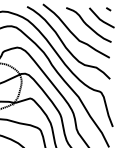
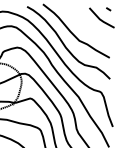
curve at (87, 24): present -> none
